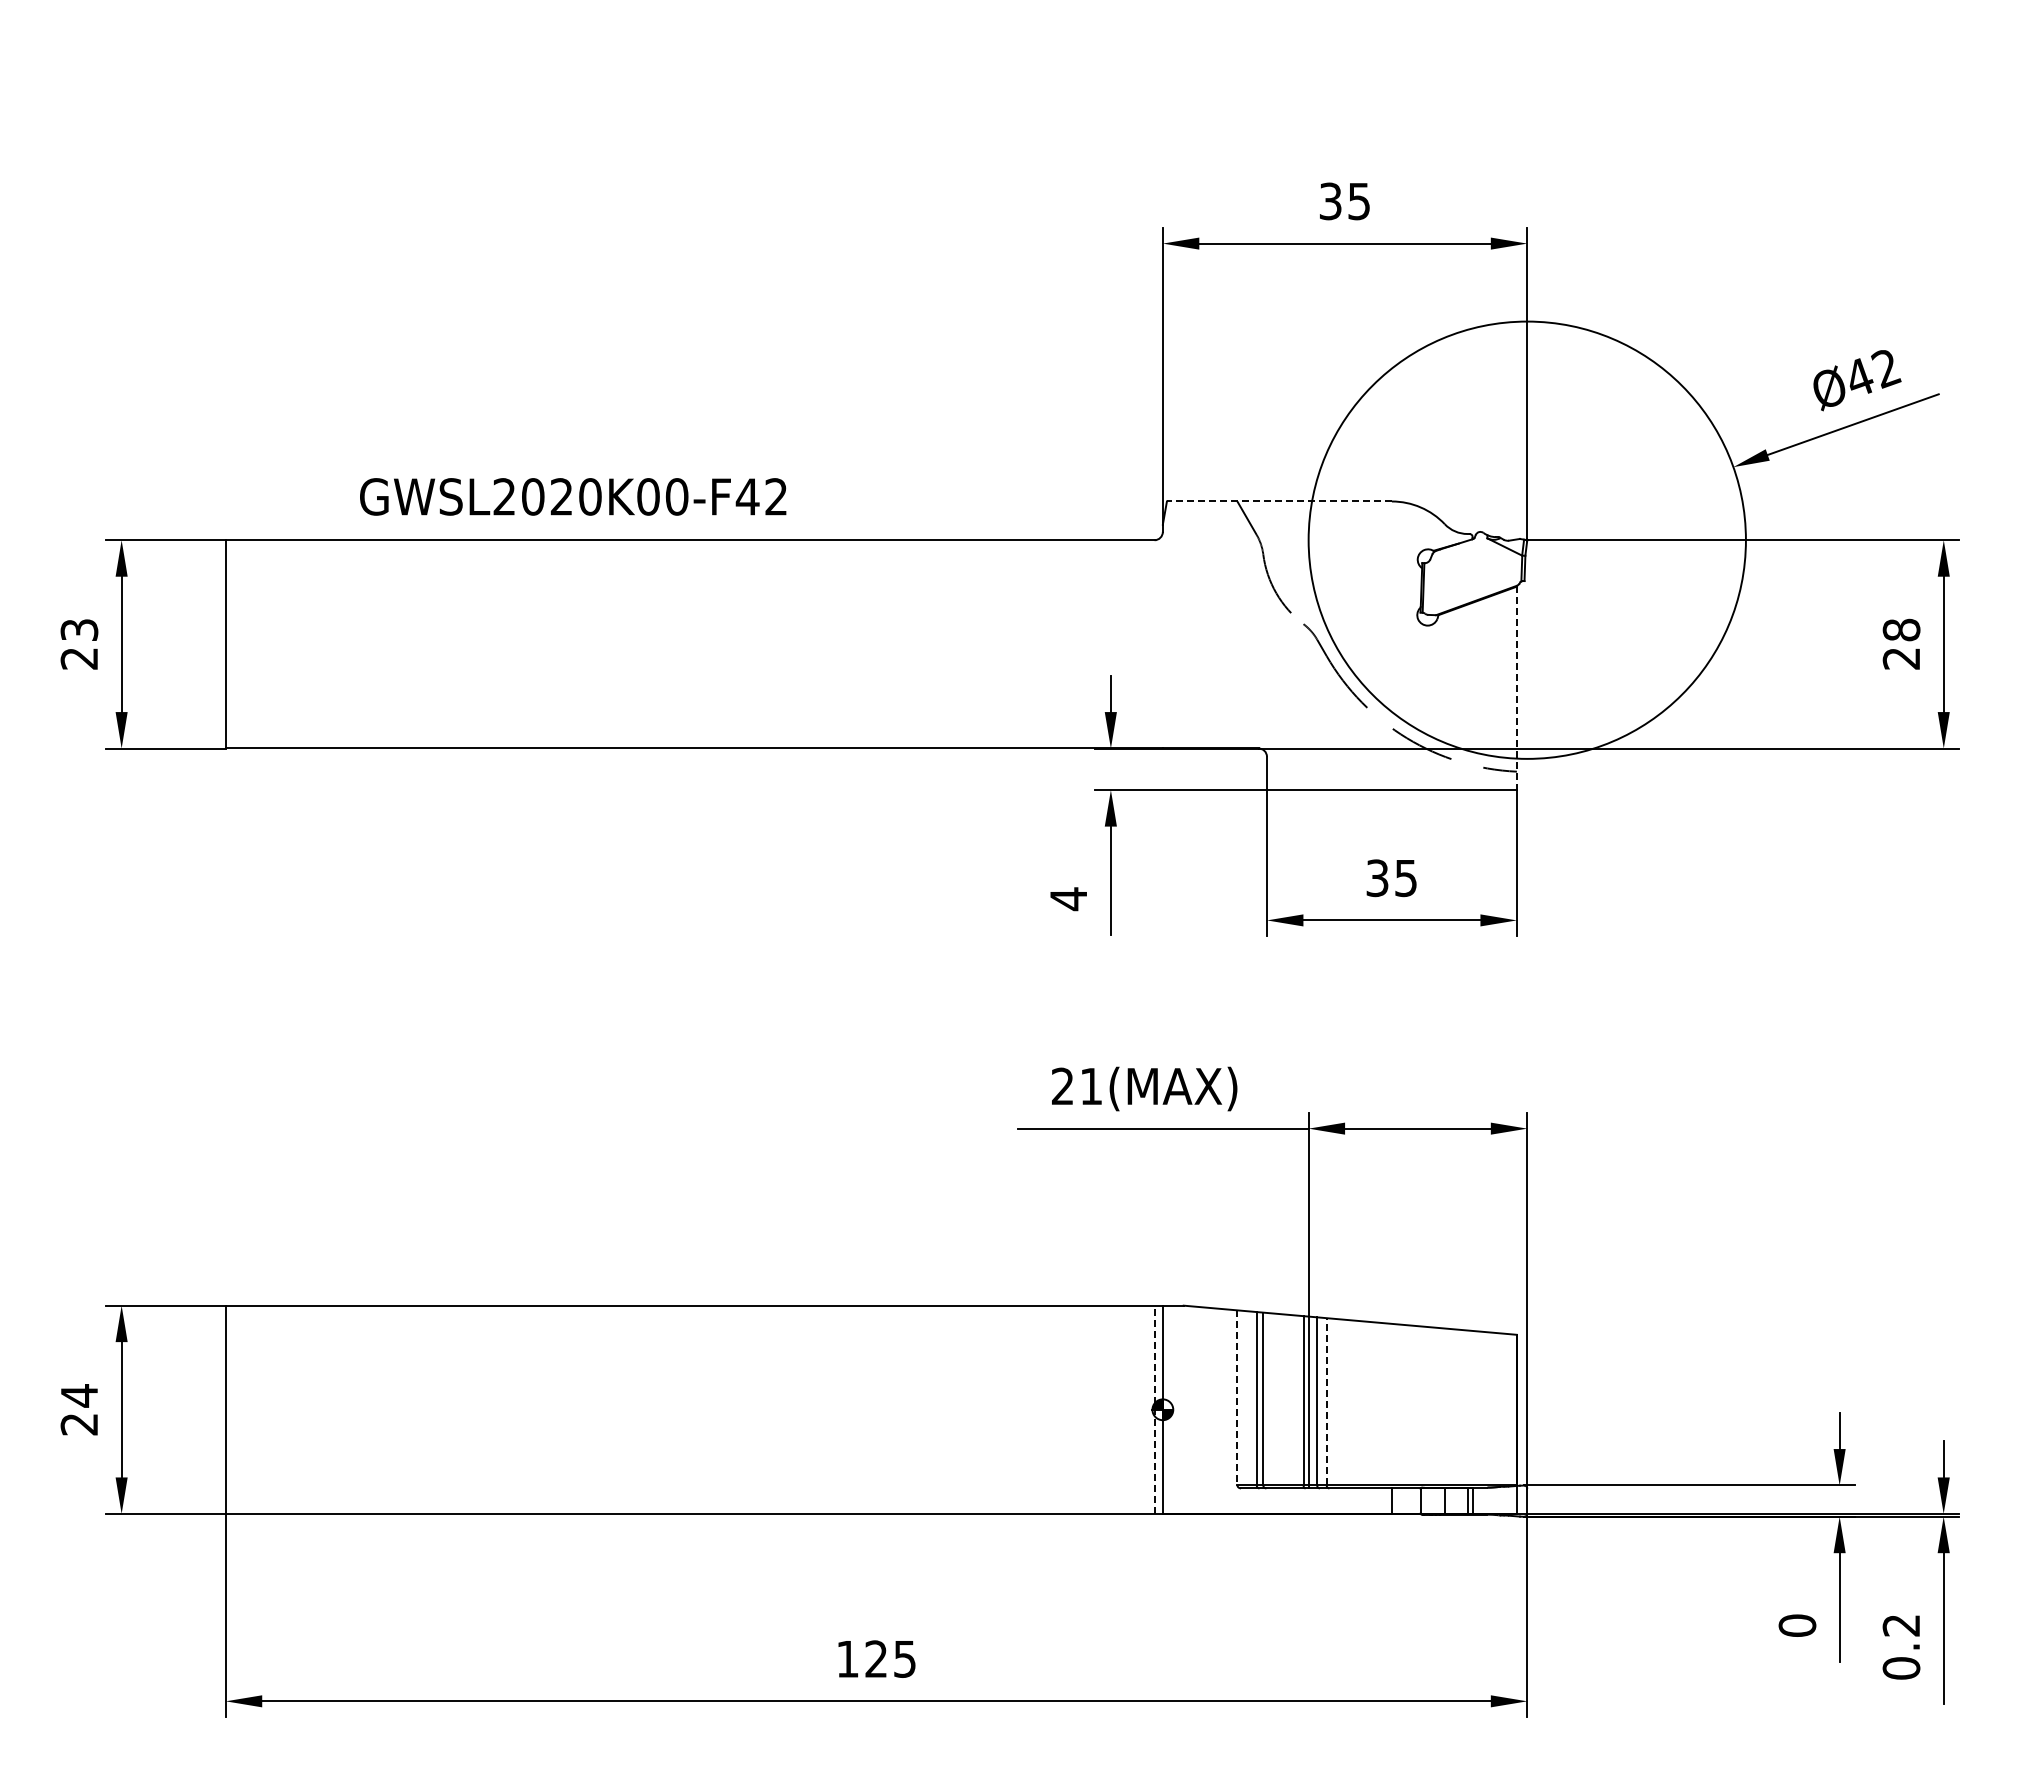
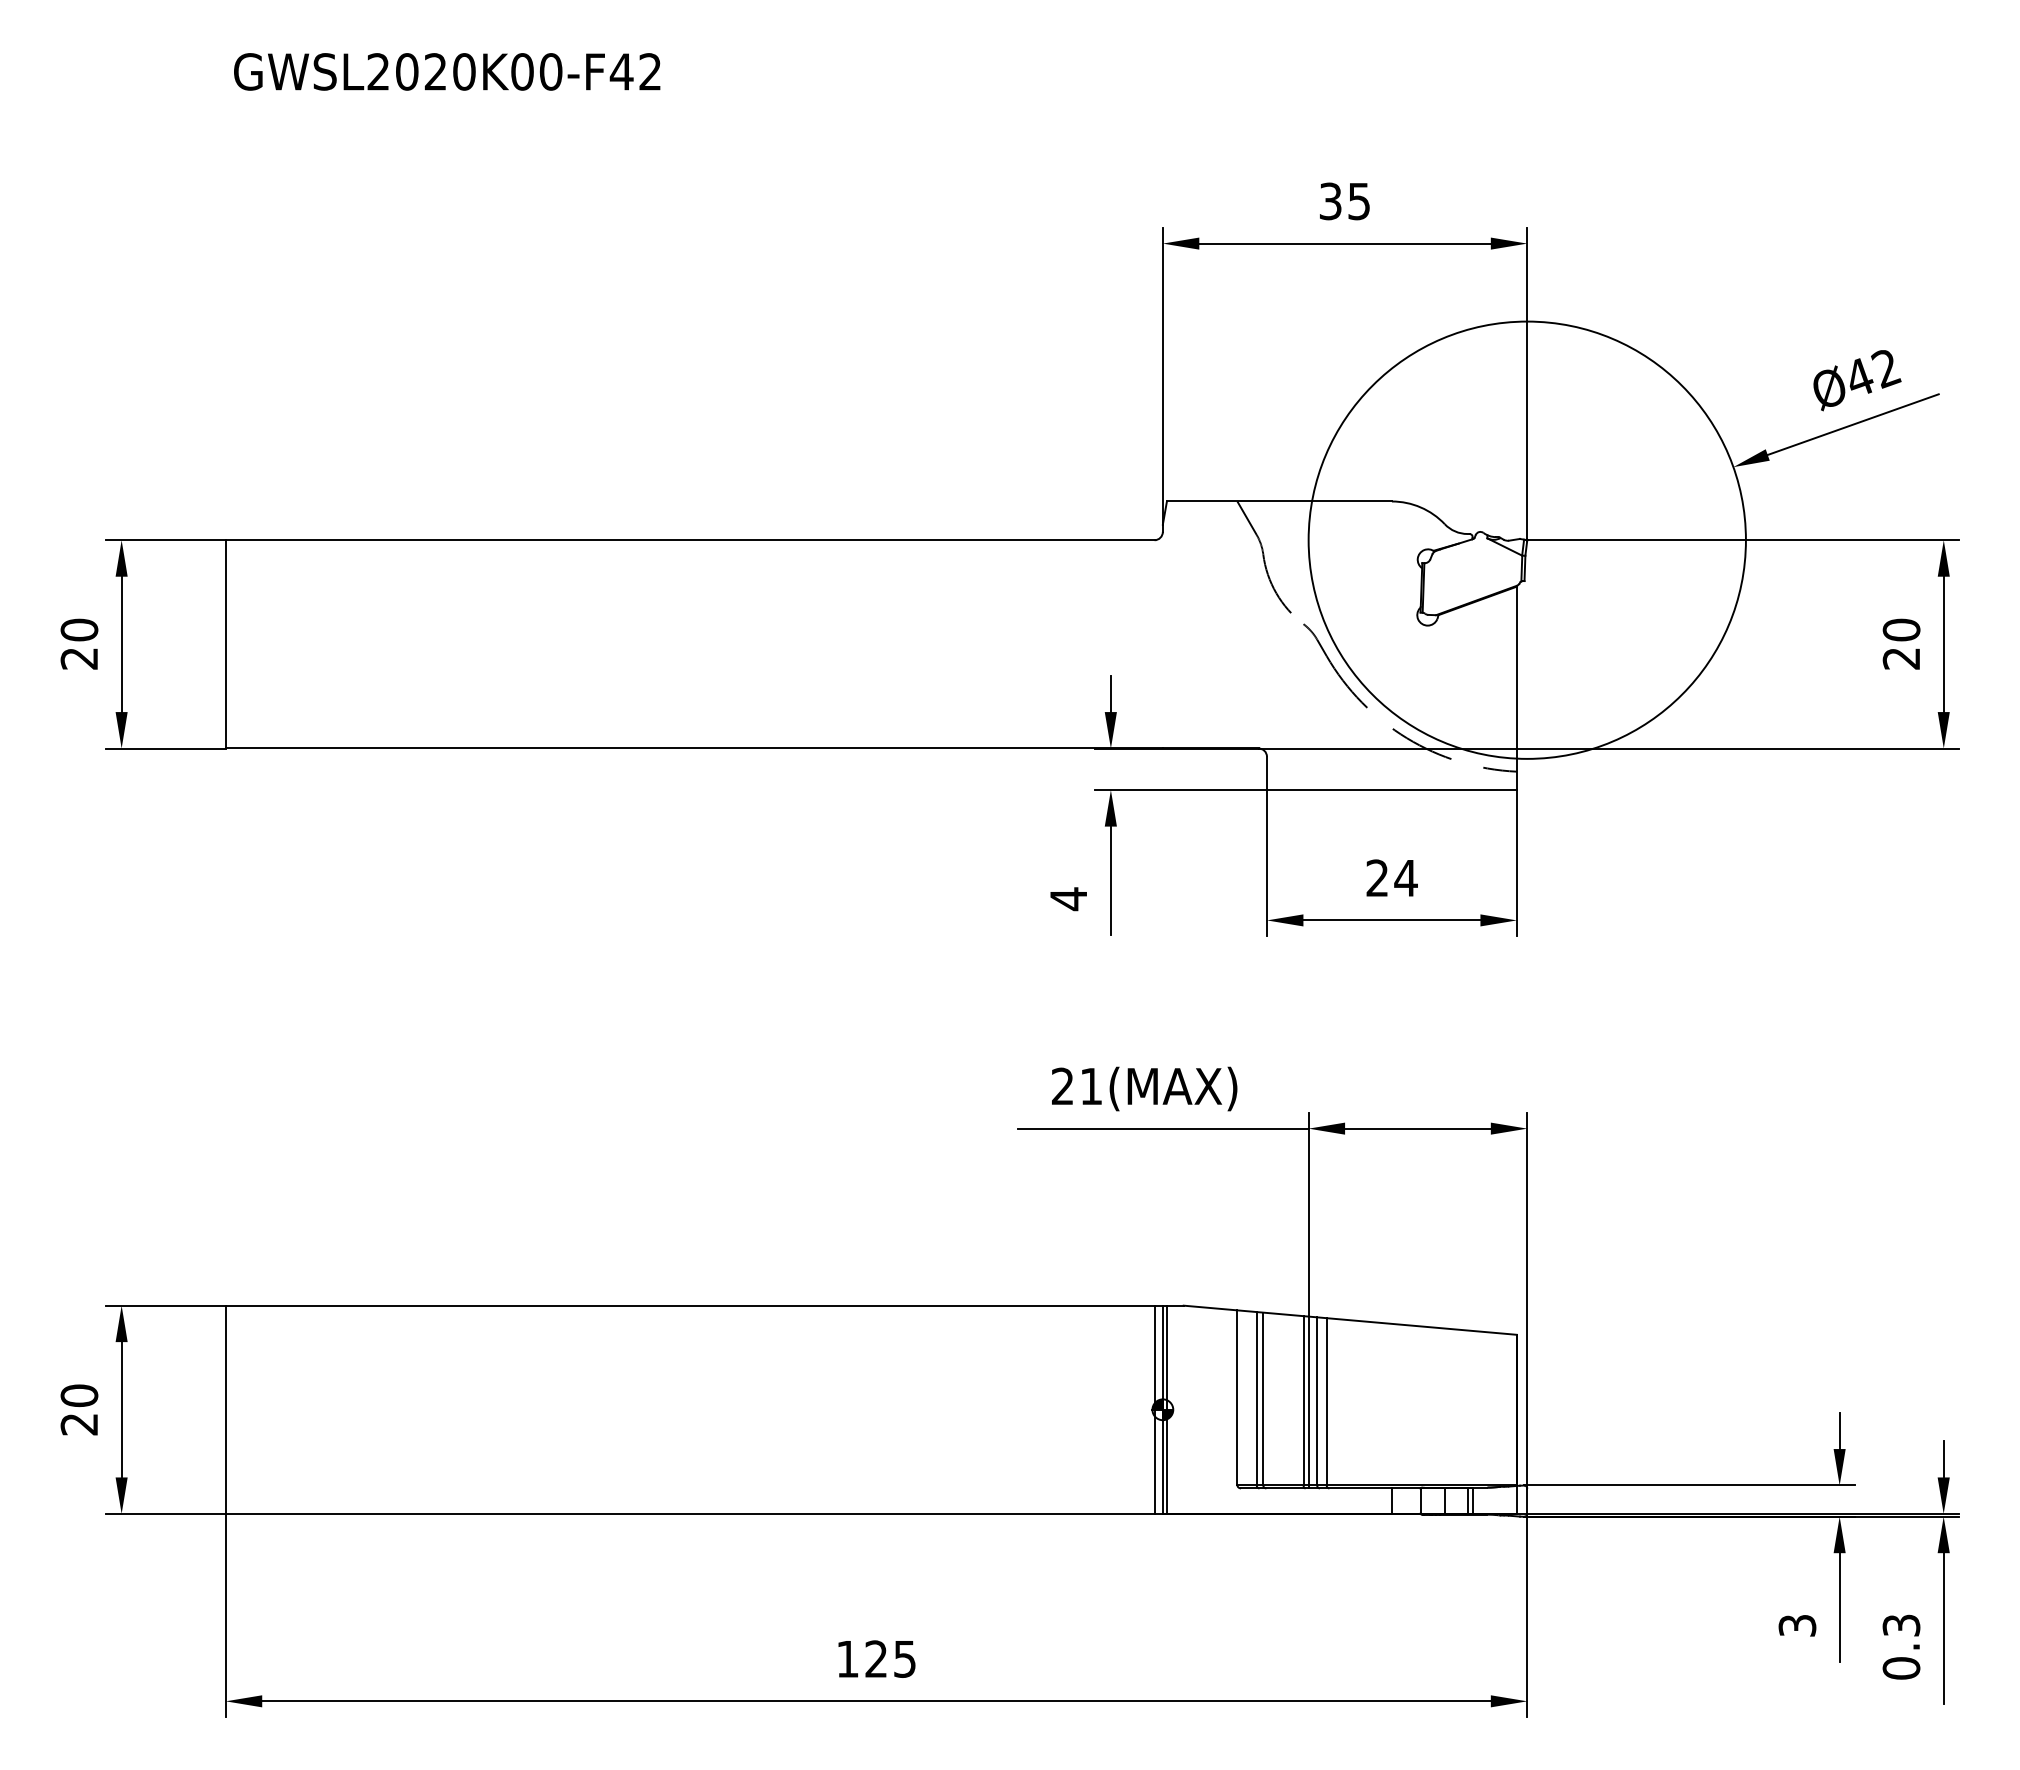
text at (573, 496) position: (573, 496) -> (447, 71)
line at (1278, 501): dashed -> solid
text at (79, 629): 23 -> 20
text at (1901, 629): 28 -> 20
line at (1516, 688): dashed -> solid
text at (1391, 878): 35 -> 24
text at (79, 1395): 24 -> 20
line at (1237, 1398): dashed -> solid
line at (1326, 1401): dashed -> solid
line at (1154, 1409): dashed -> solid
line at (1166, 1409): none -> present
text at (1797, 1625): 0 -> 3
text at (1901, 1625): 0.2 -> 0.3
